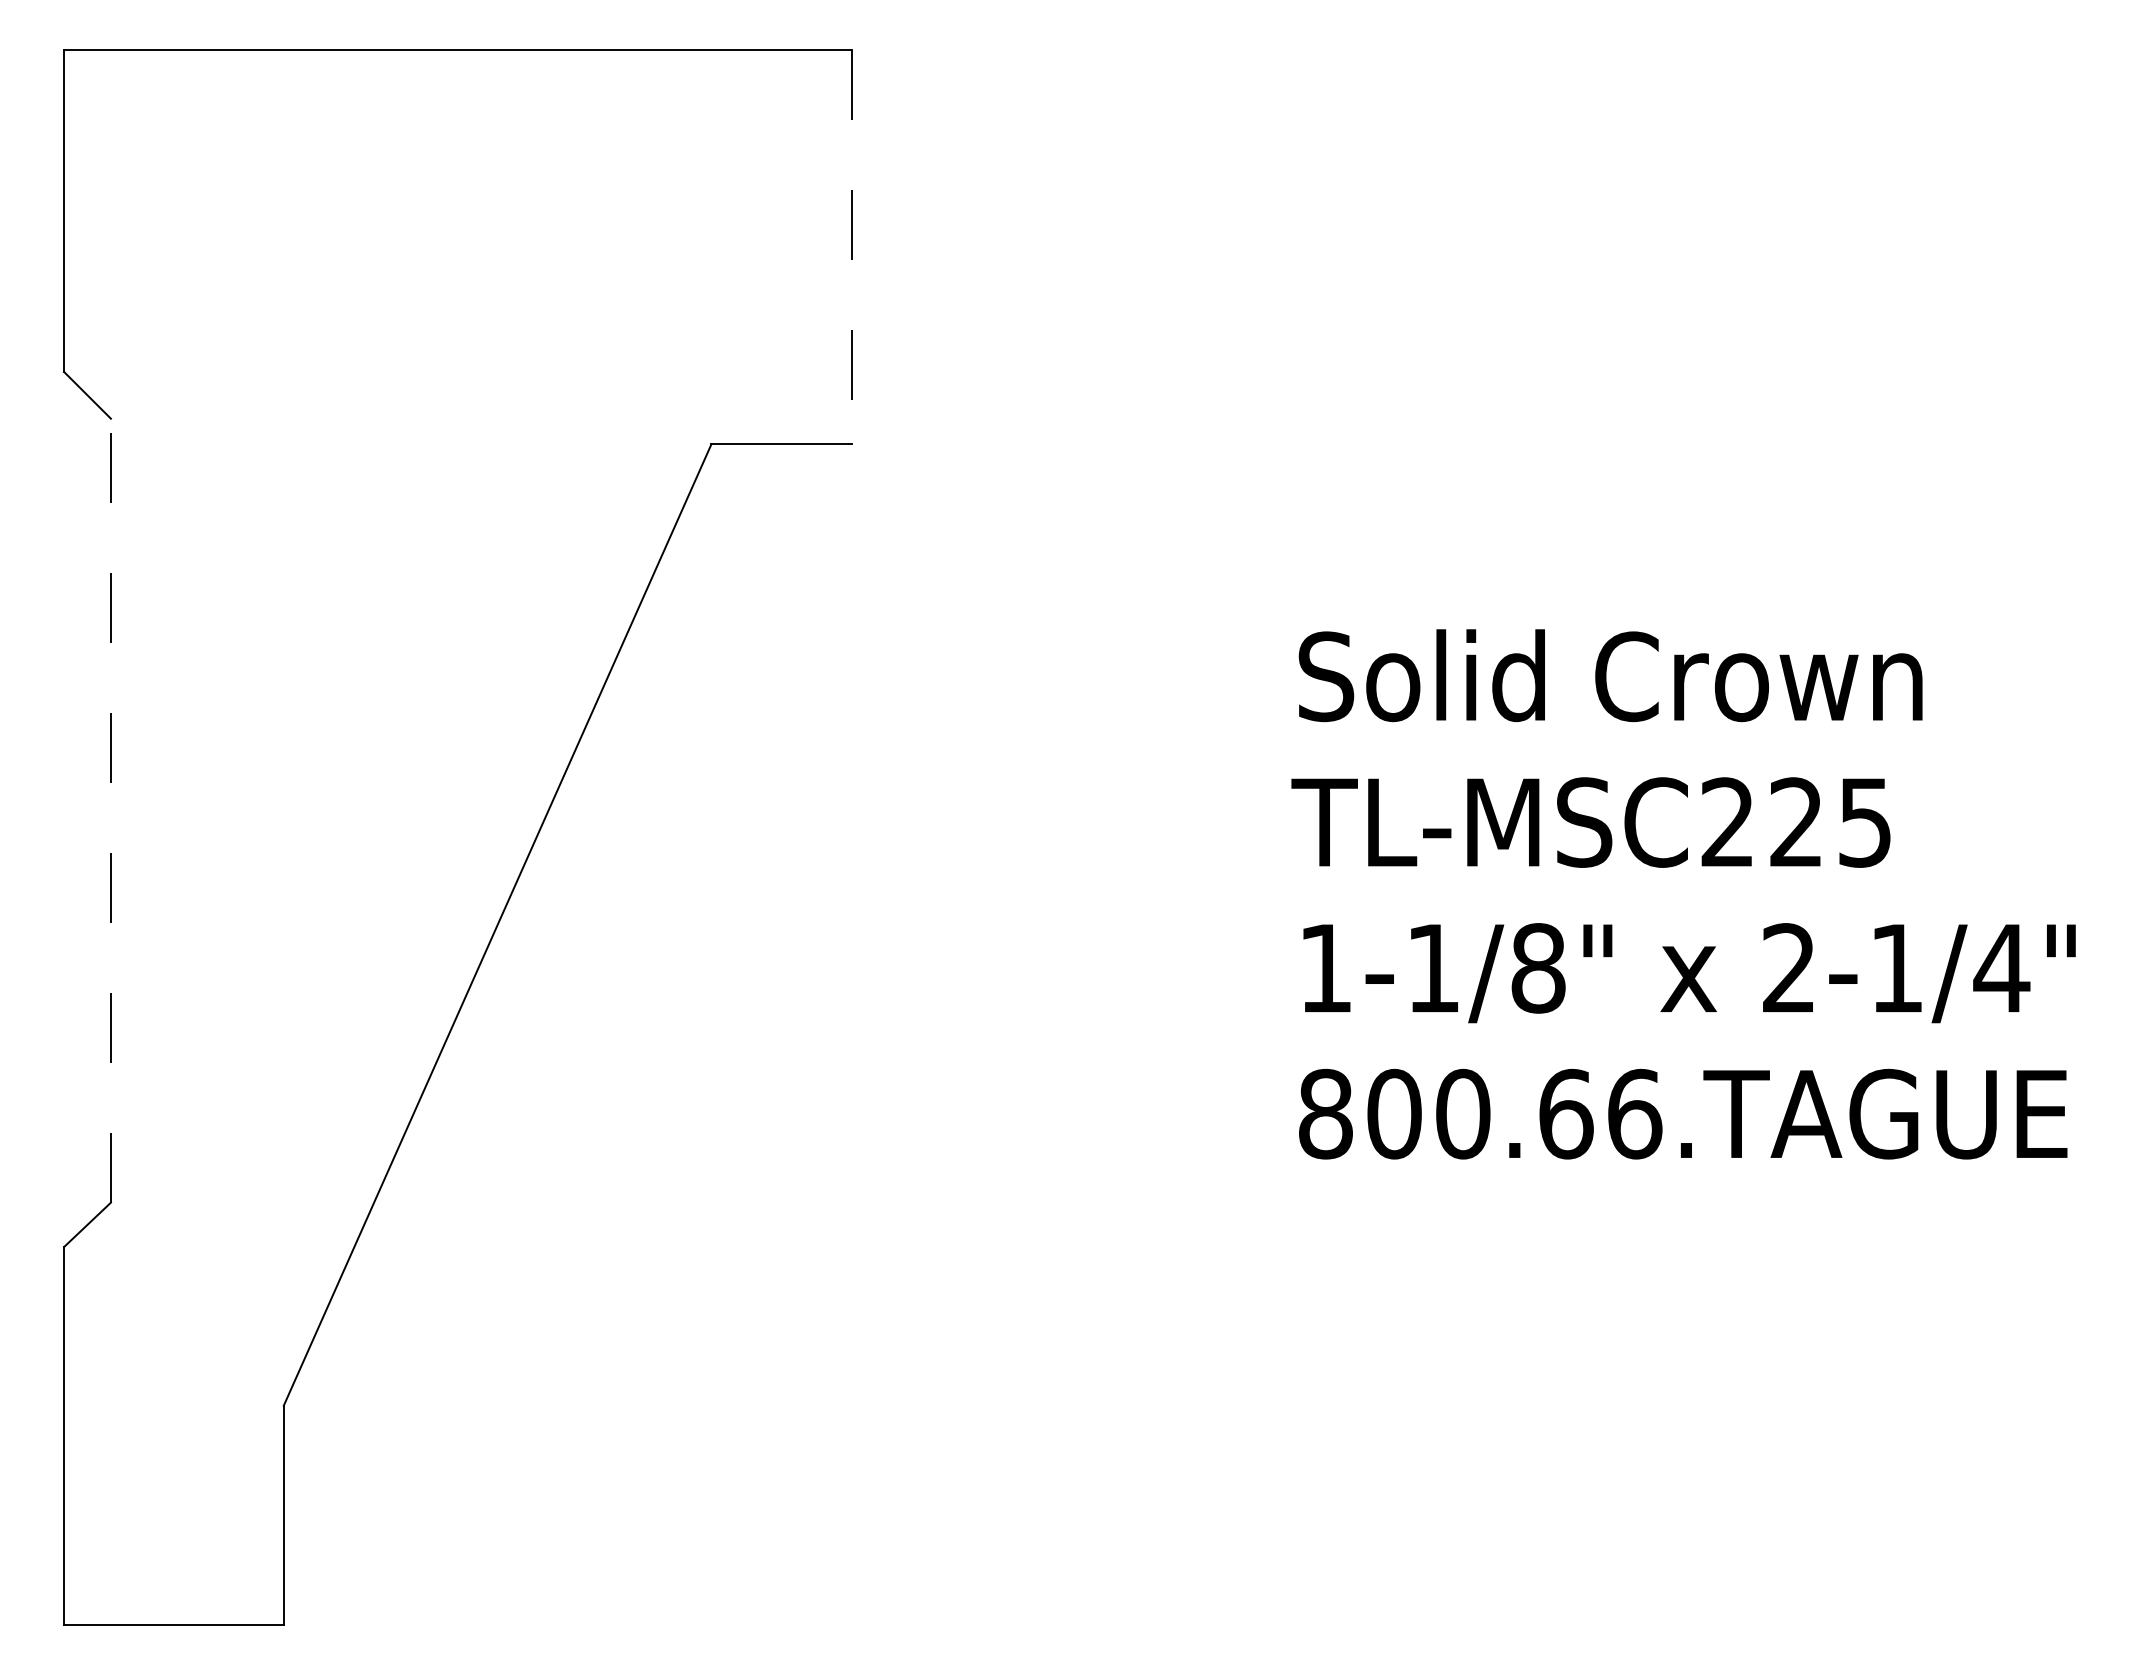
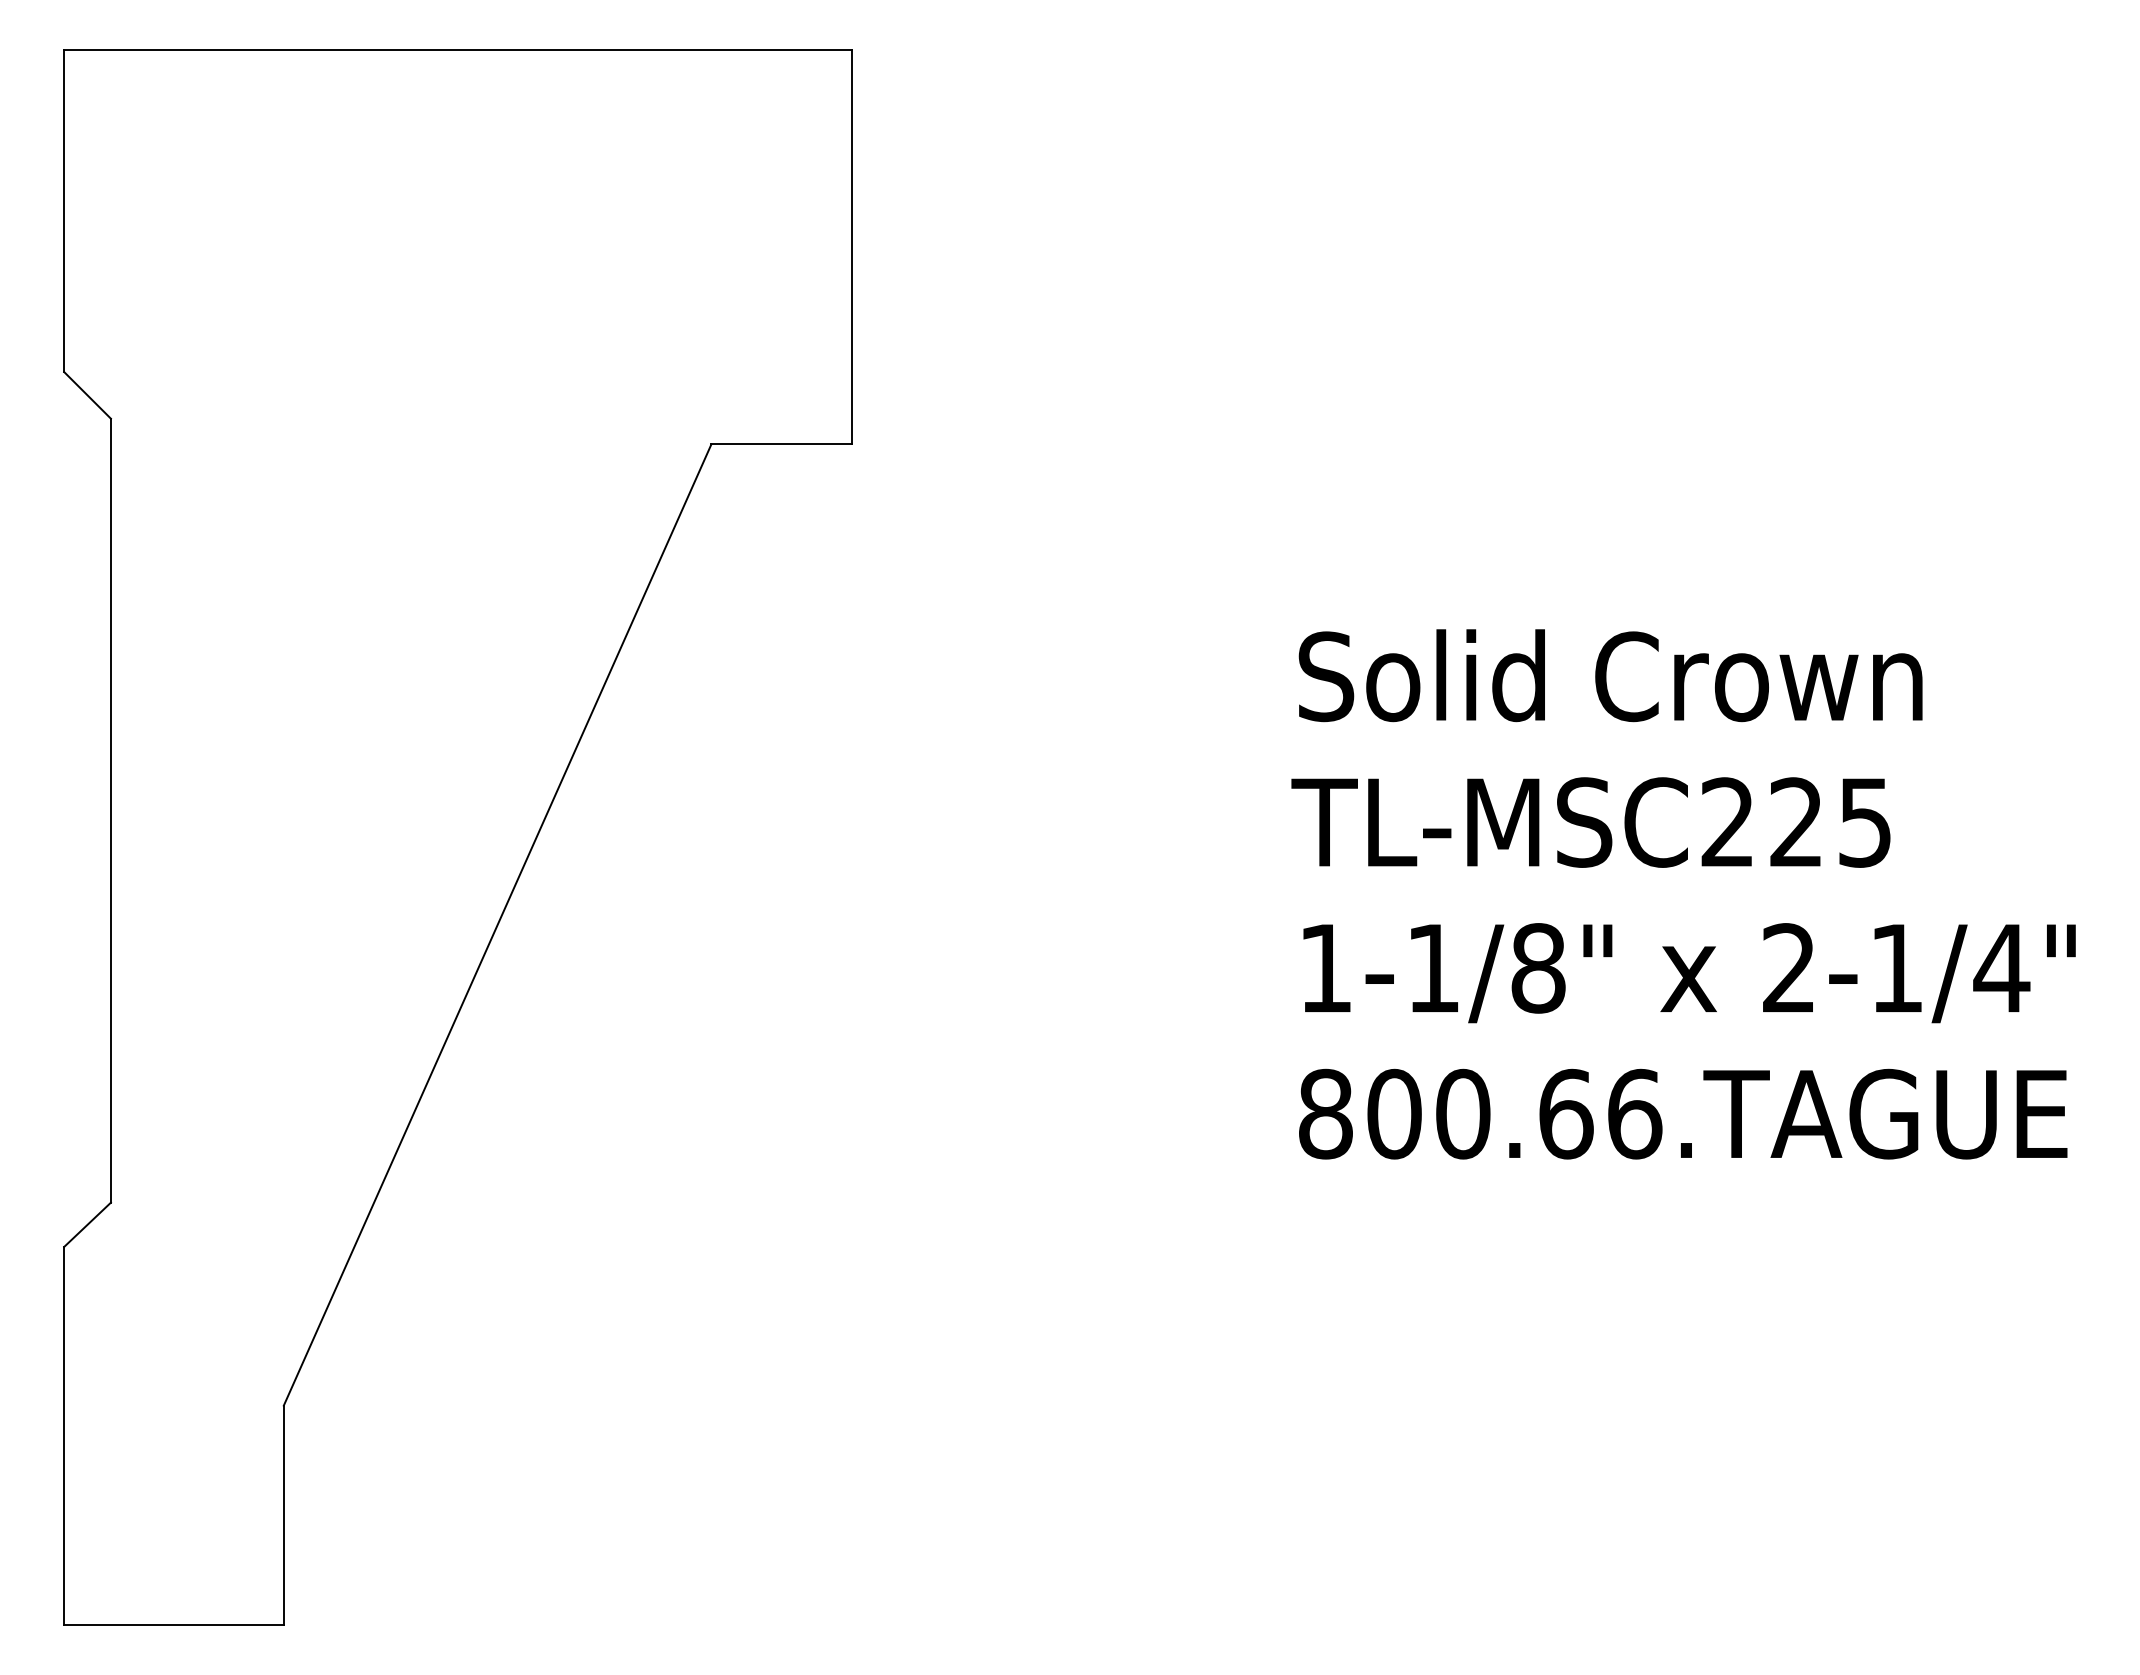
line at (851, 247): dashed -> solid
line at (110, 810): dashed -> solid
